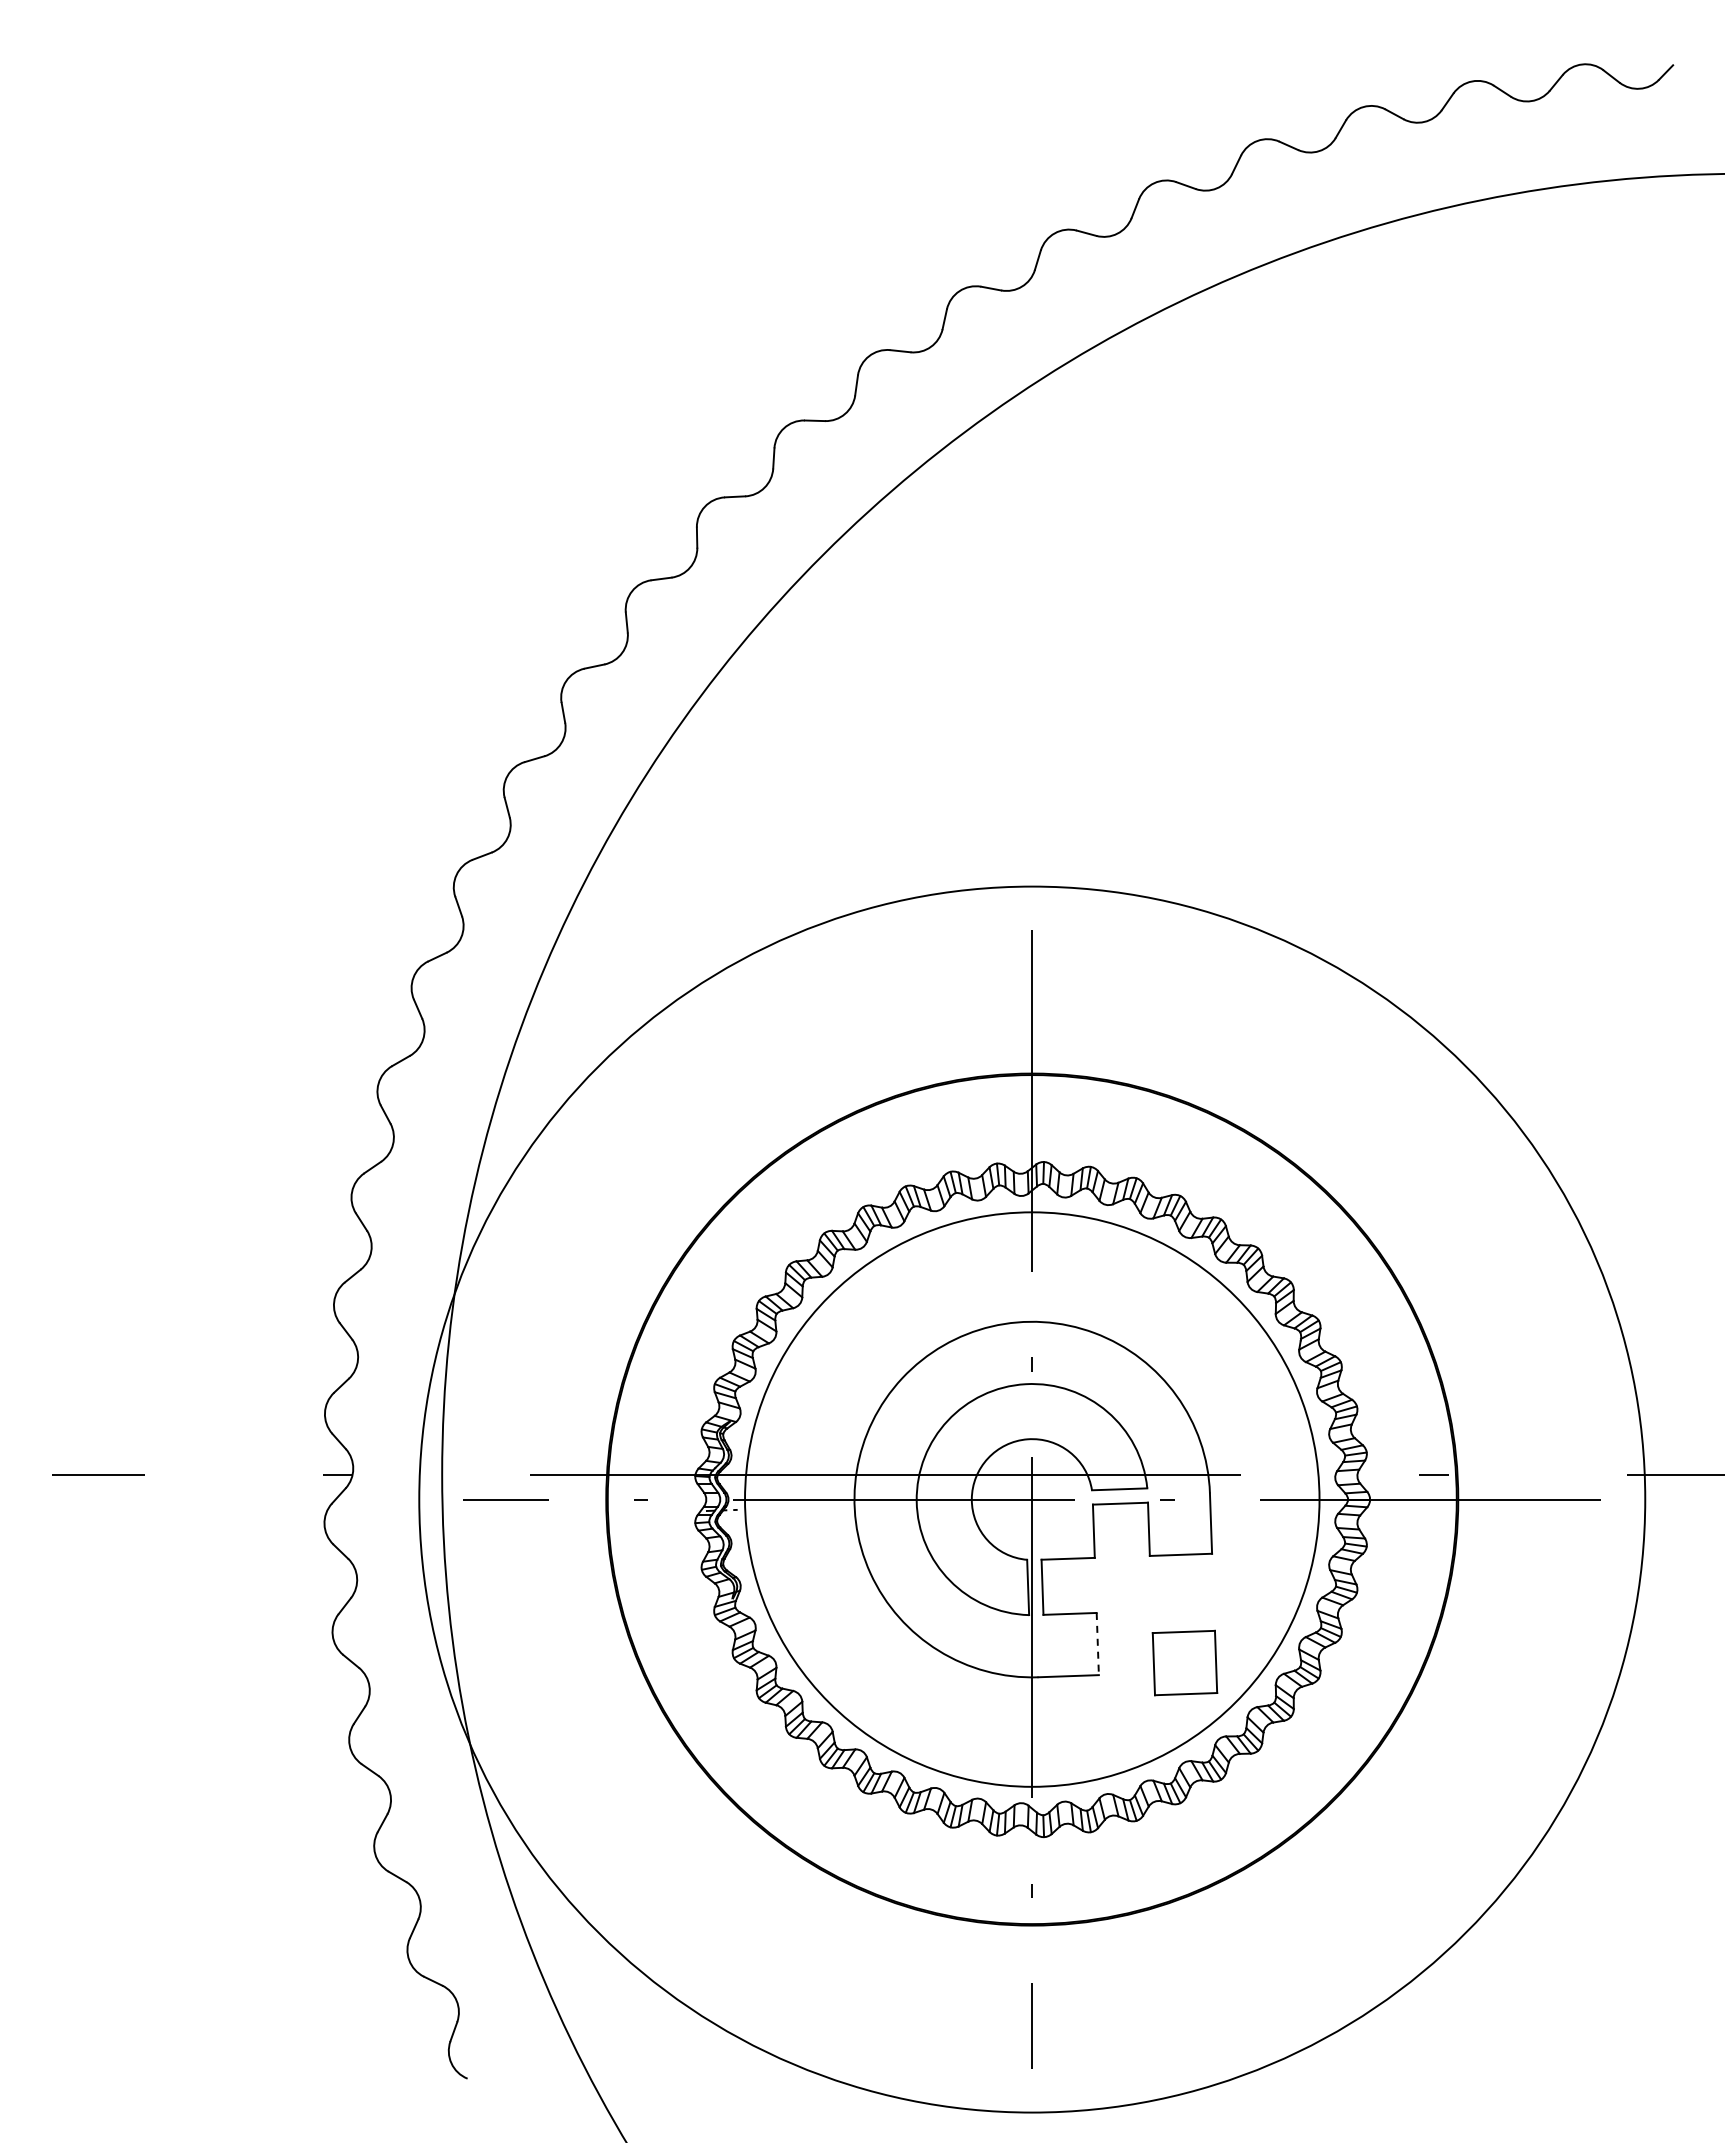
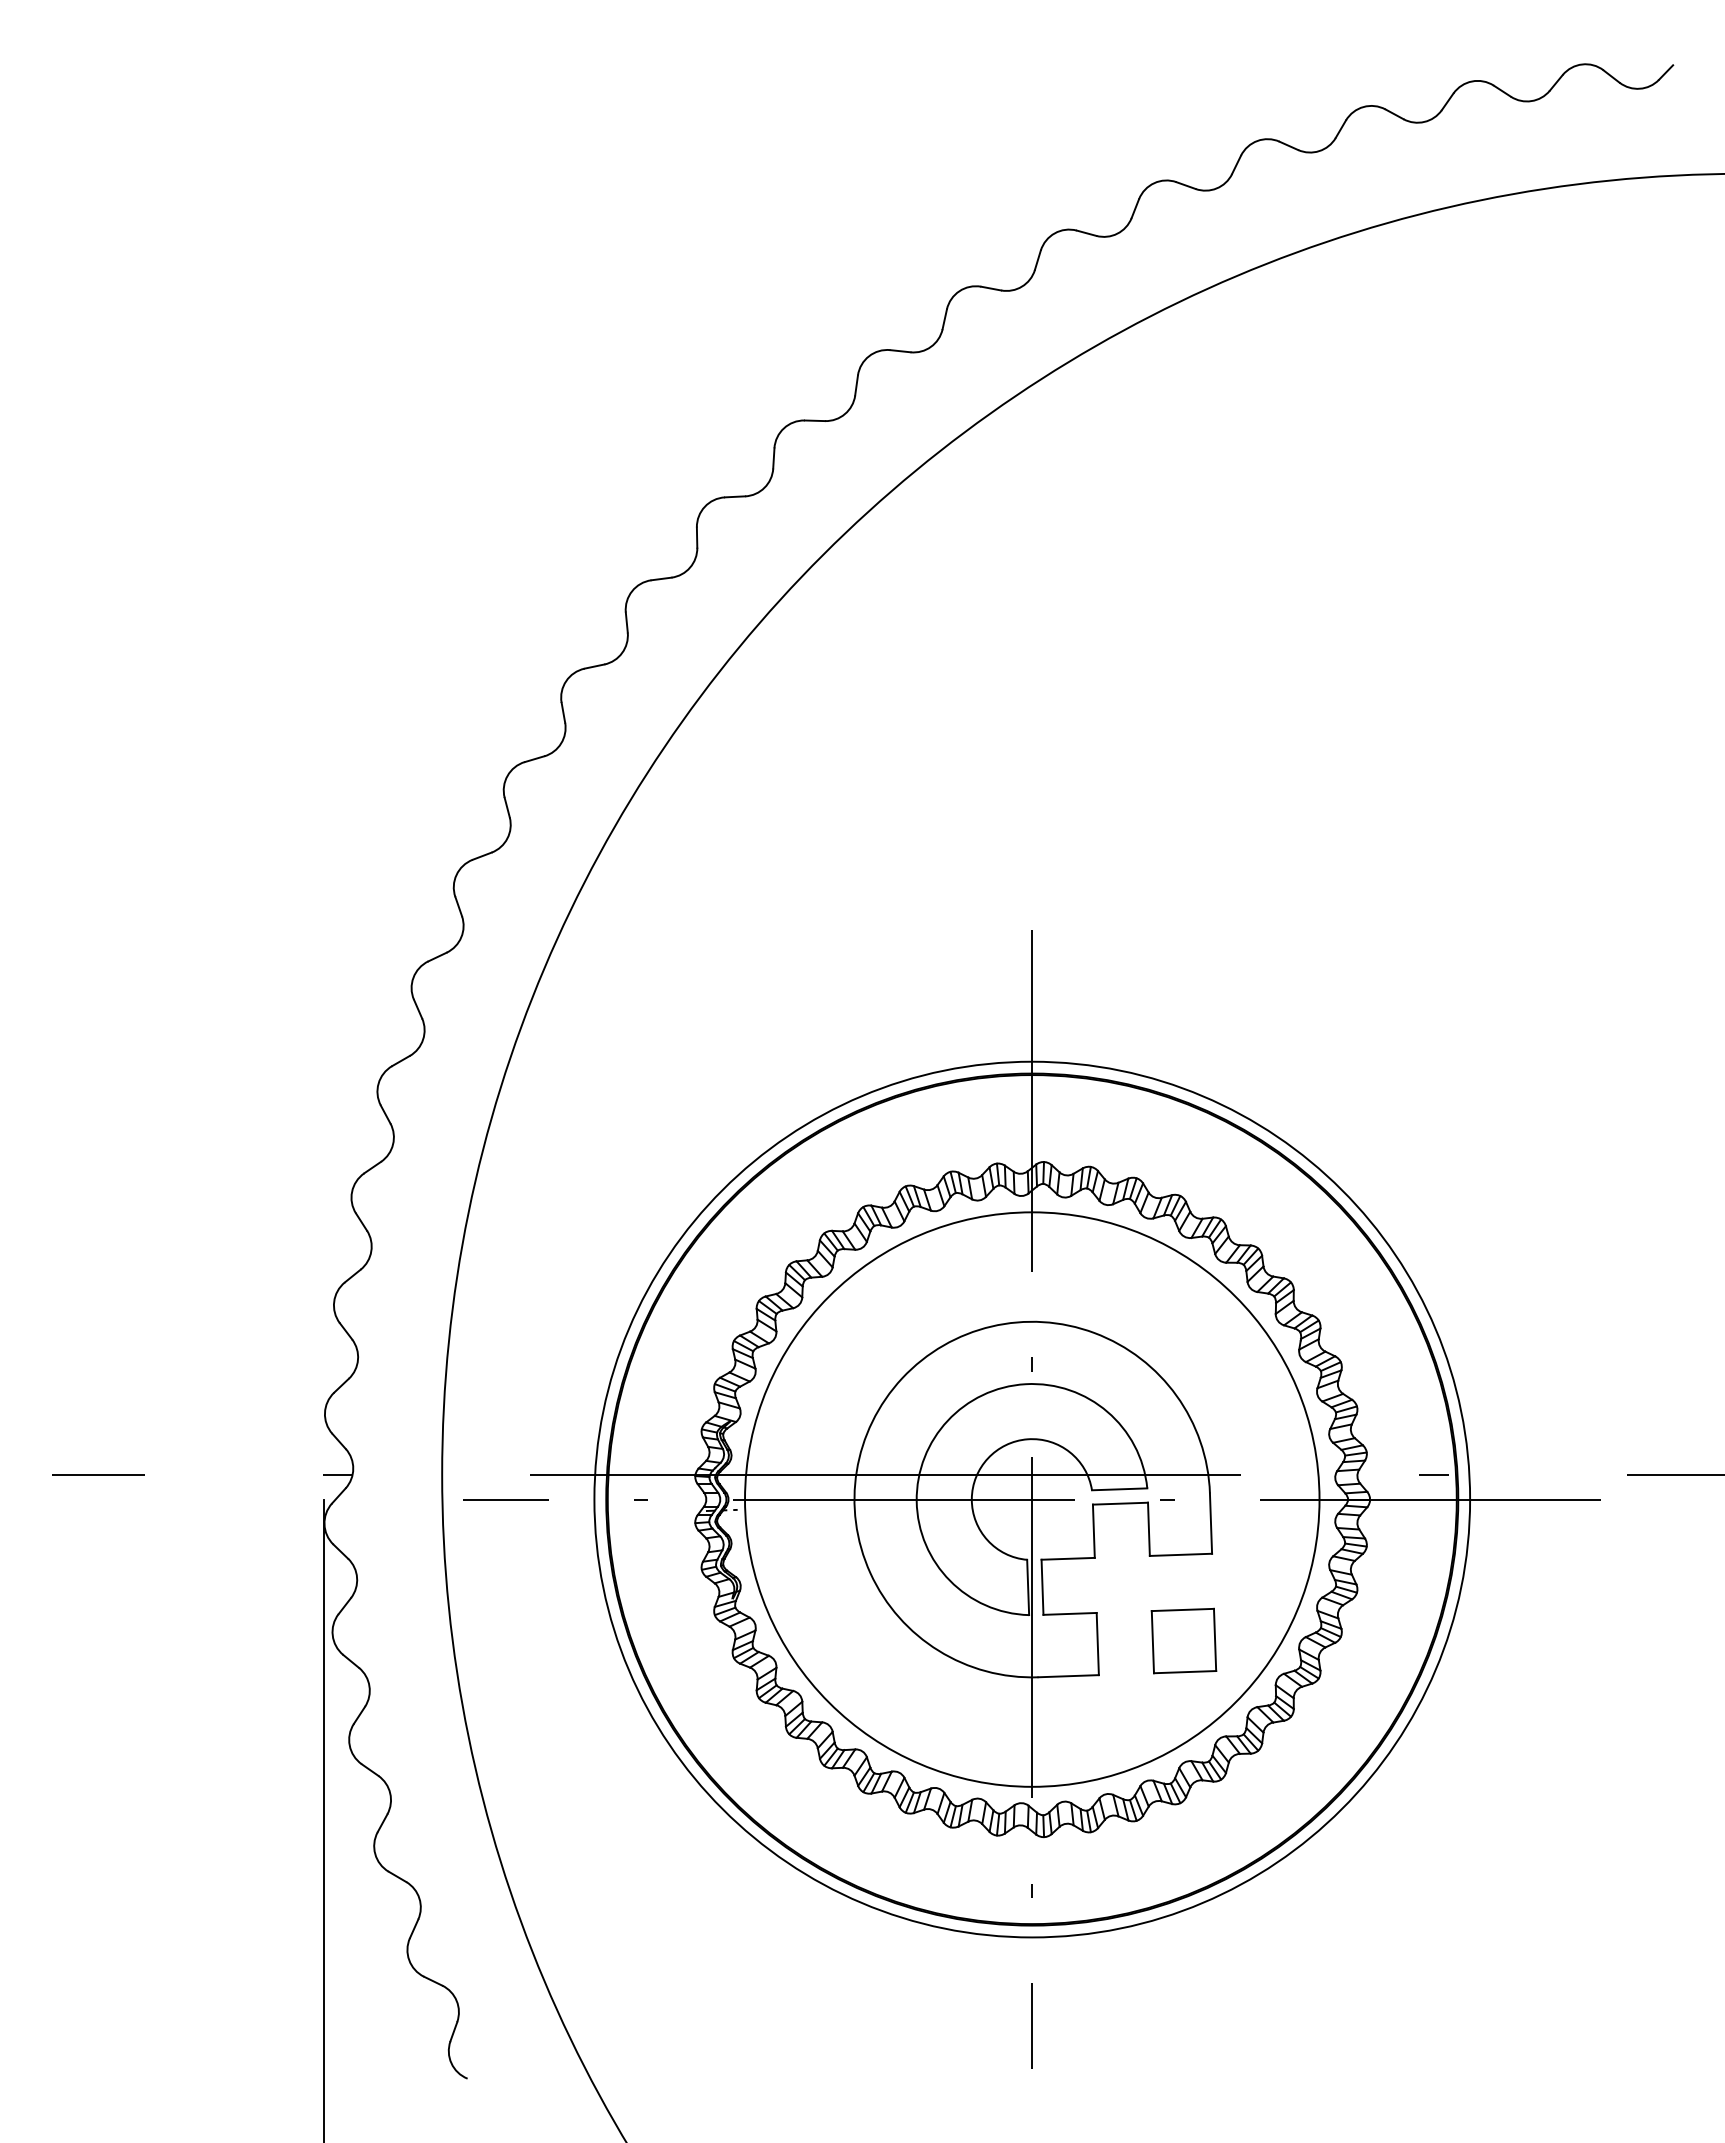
circle at (1032, 1499) diameter: 1226 px -> 876 px
line at (1097, 1644): dashed -> solid
part at (1184, 1662) position: (1184, 1662) -> (1183, 1640)
line at (324, 1819): none -> present
